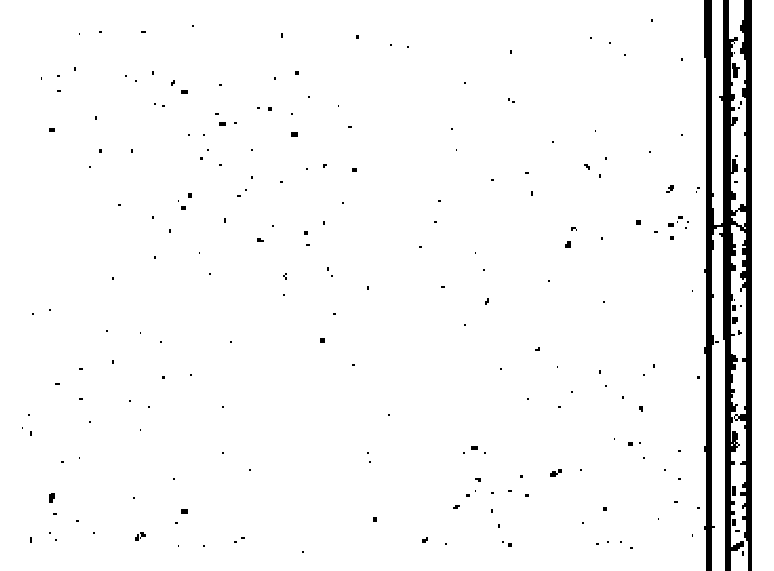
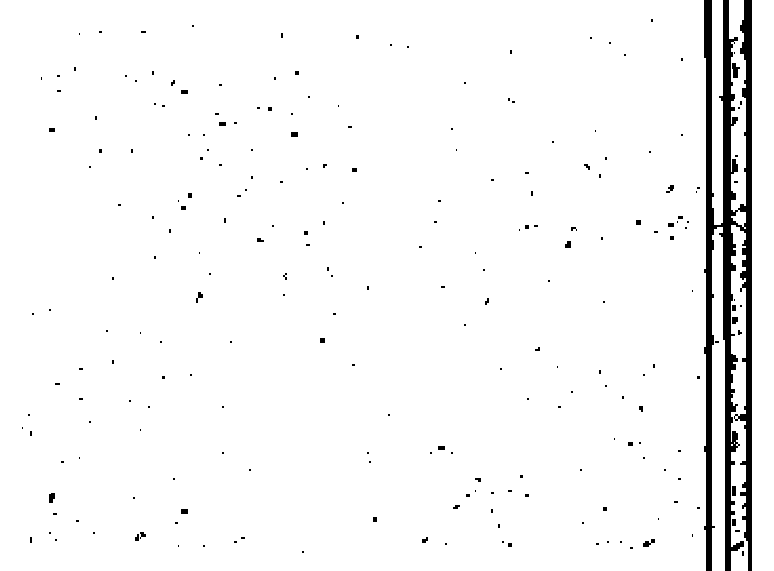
part at (528, 227): none -> present
part at (199, 297): none -> present
part at (474, 449) position: (474, 449) -> (441, 449)
part at (555, 472) position: (555, 472) -> (648, 542)
